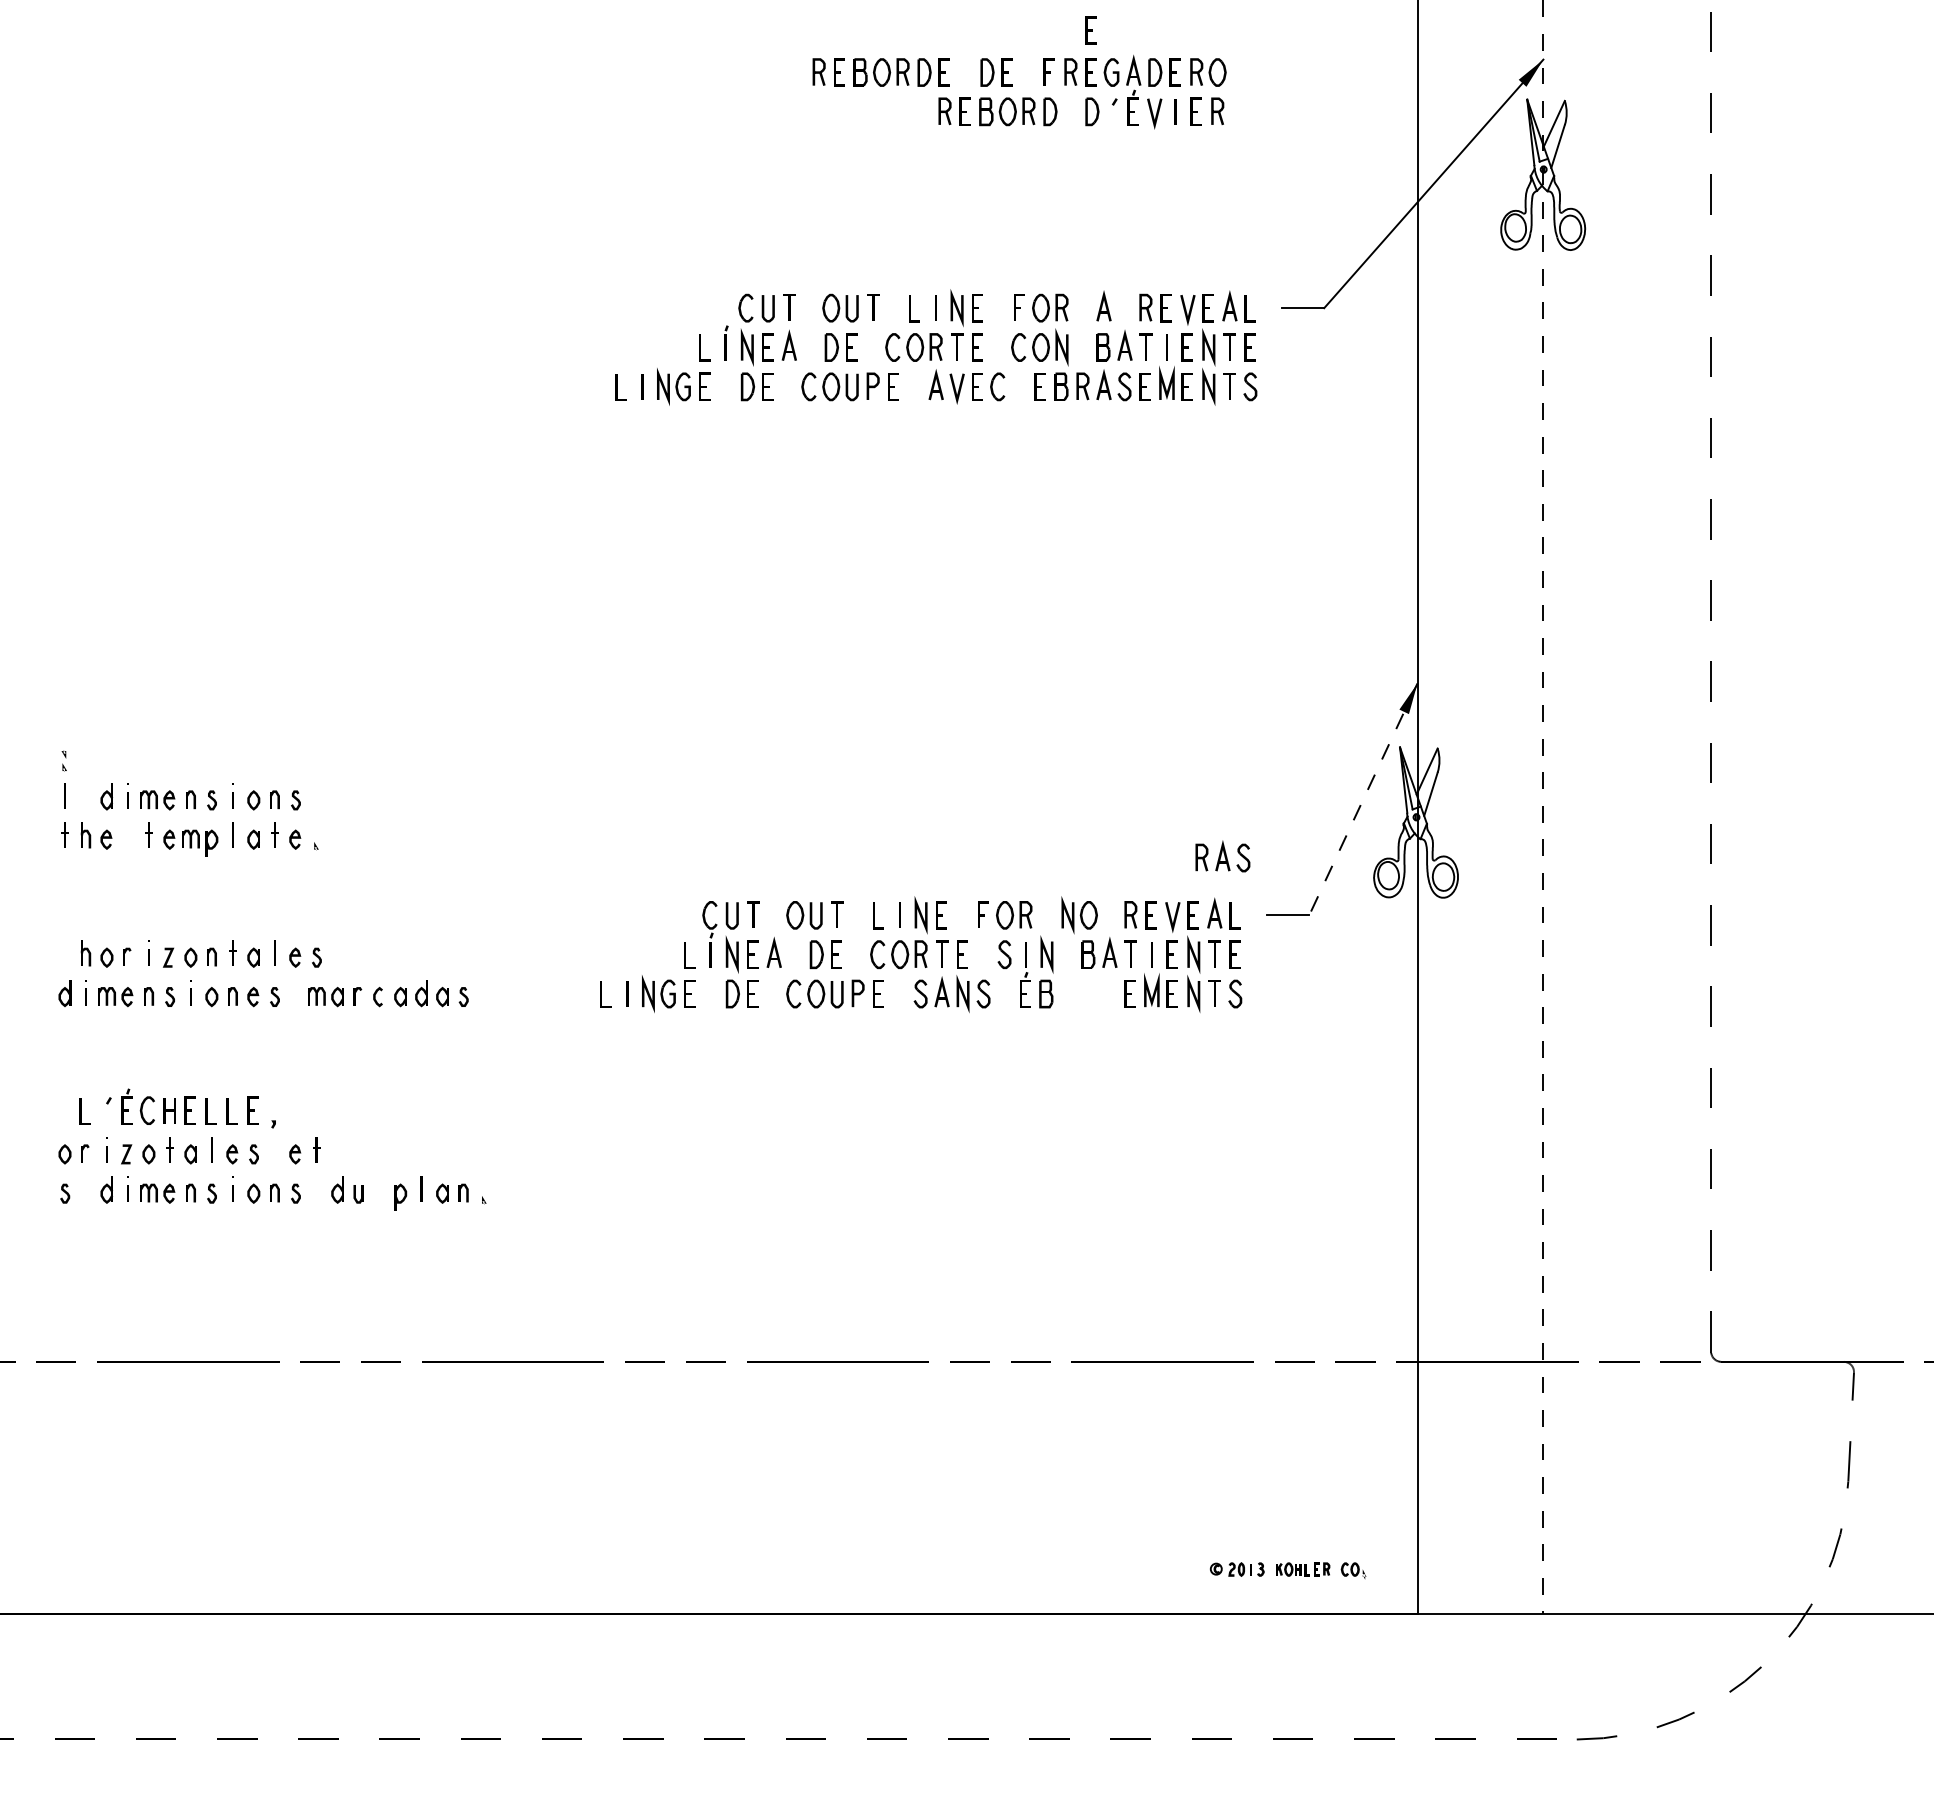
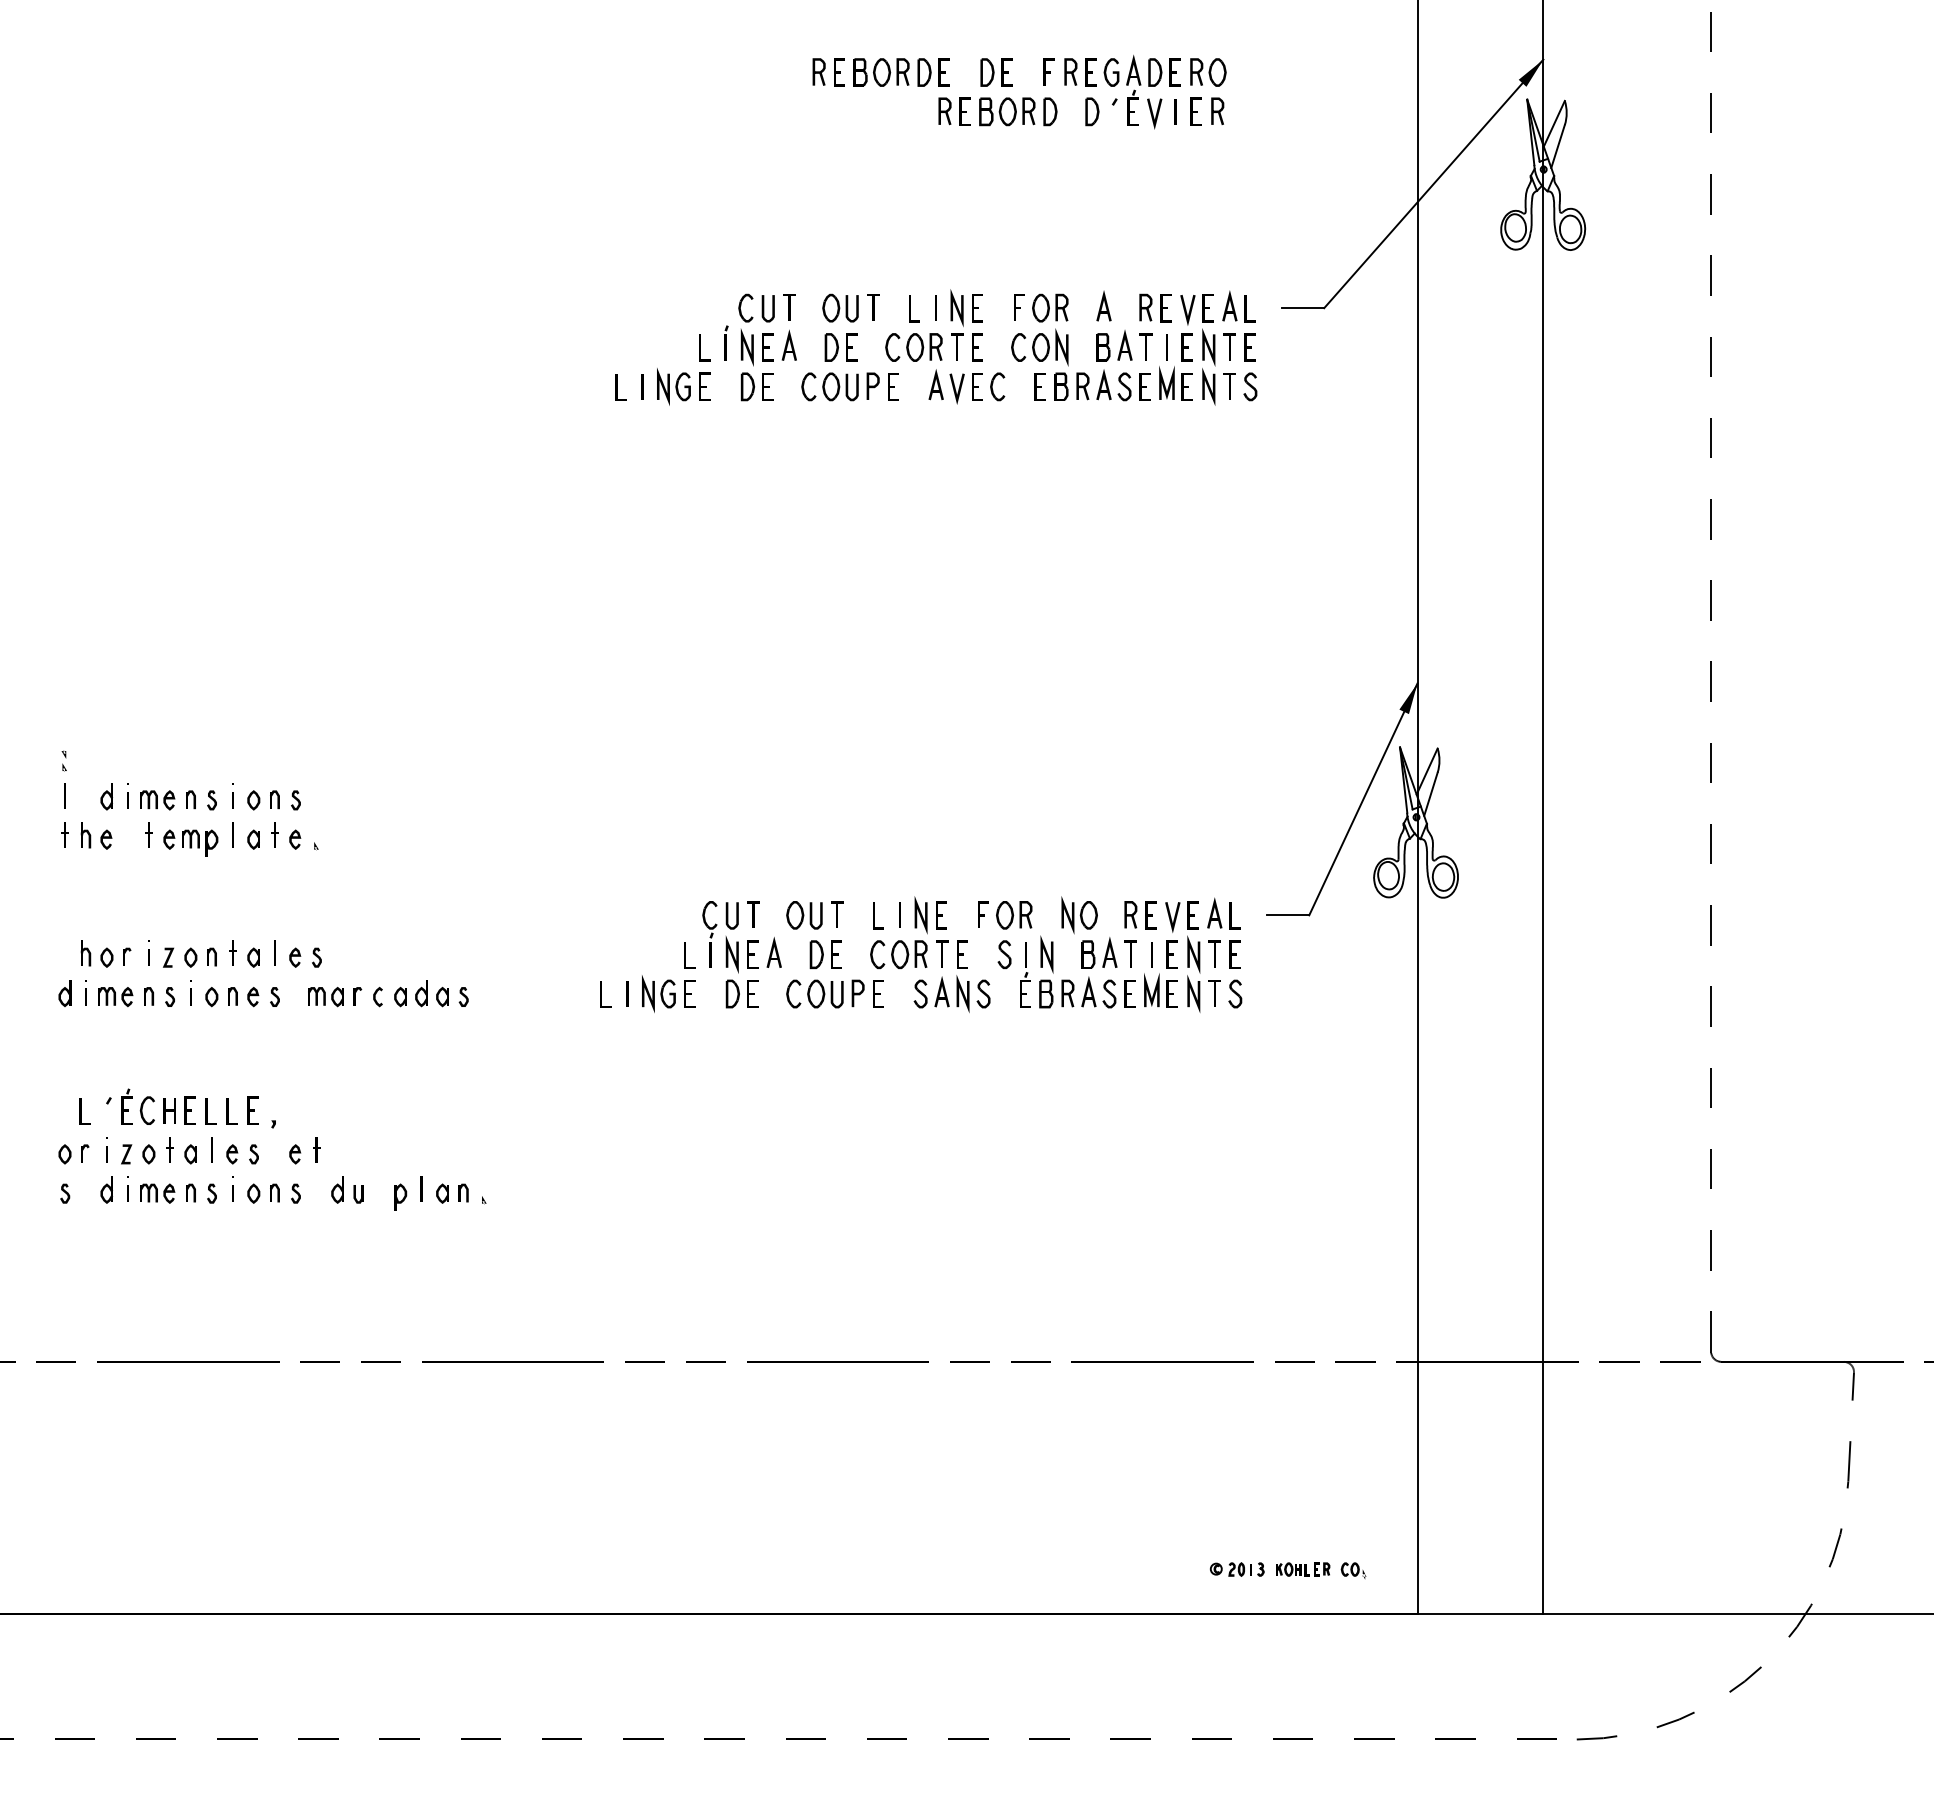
part at (1090, 30): present -> none
line at (1363, 799): dashed -> solid
line at (1543, 807): dashed -> solid
part at (1222, 856) position: (1222, 856) -> (1088, 992)
